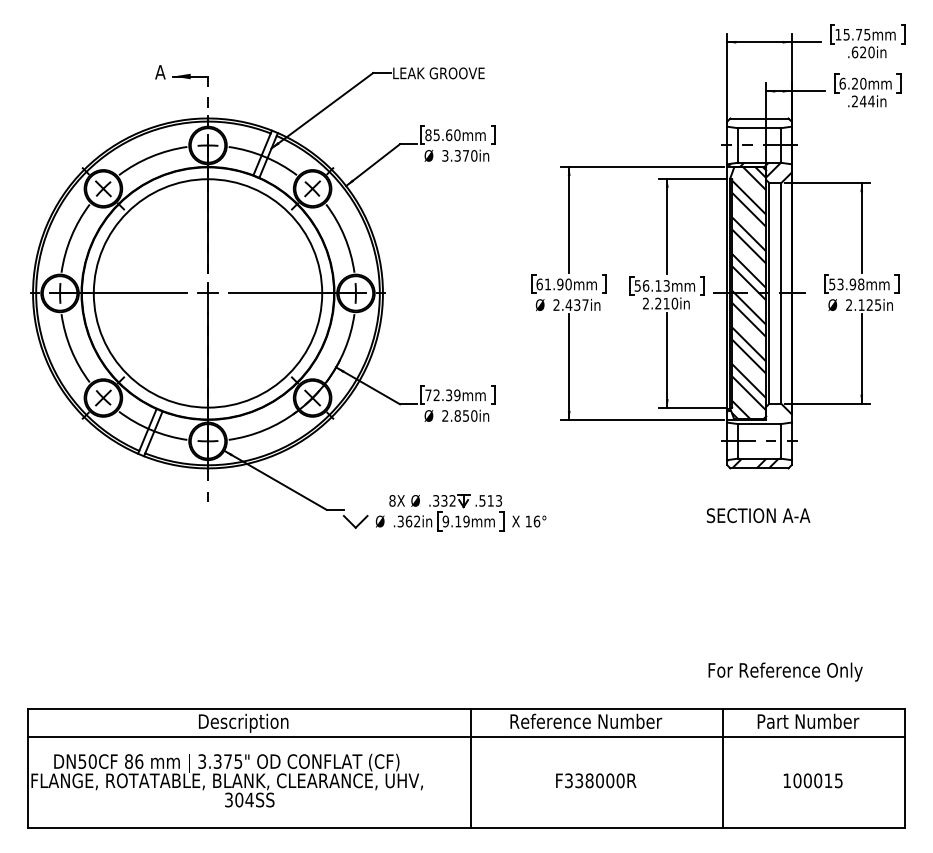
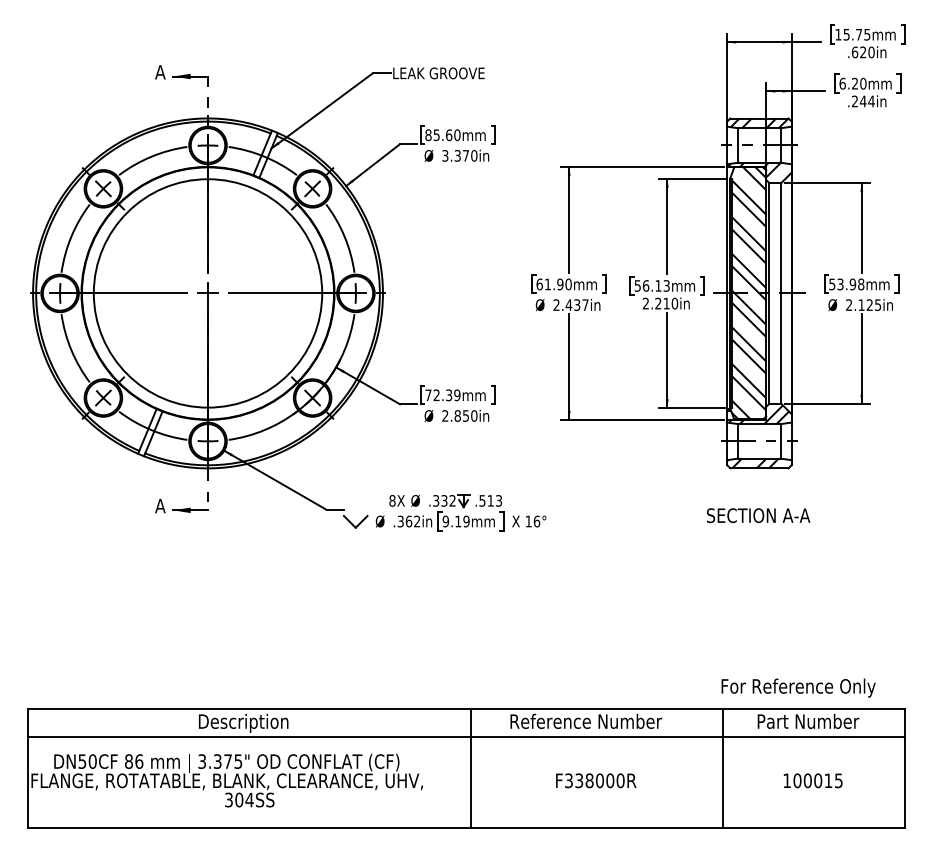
hatch at (759, 123): none -> present
hatch at (758, 414): none -> present
part at (181, 506): none -> present
text at (785, 671) position: (785, 671) -> (798, 687)
